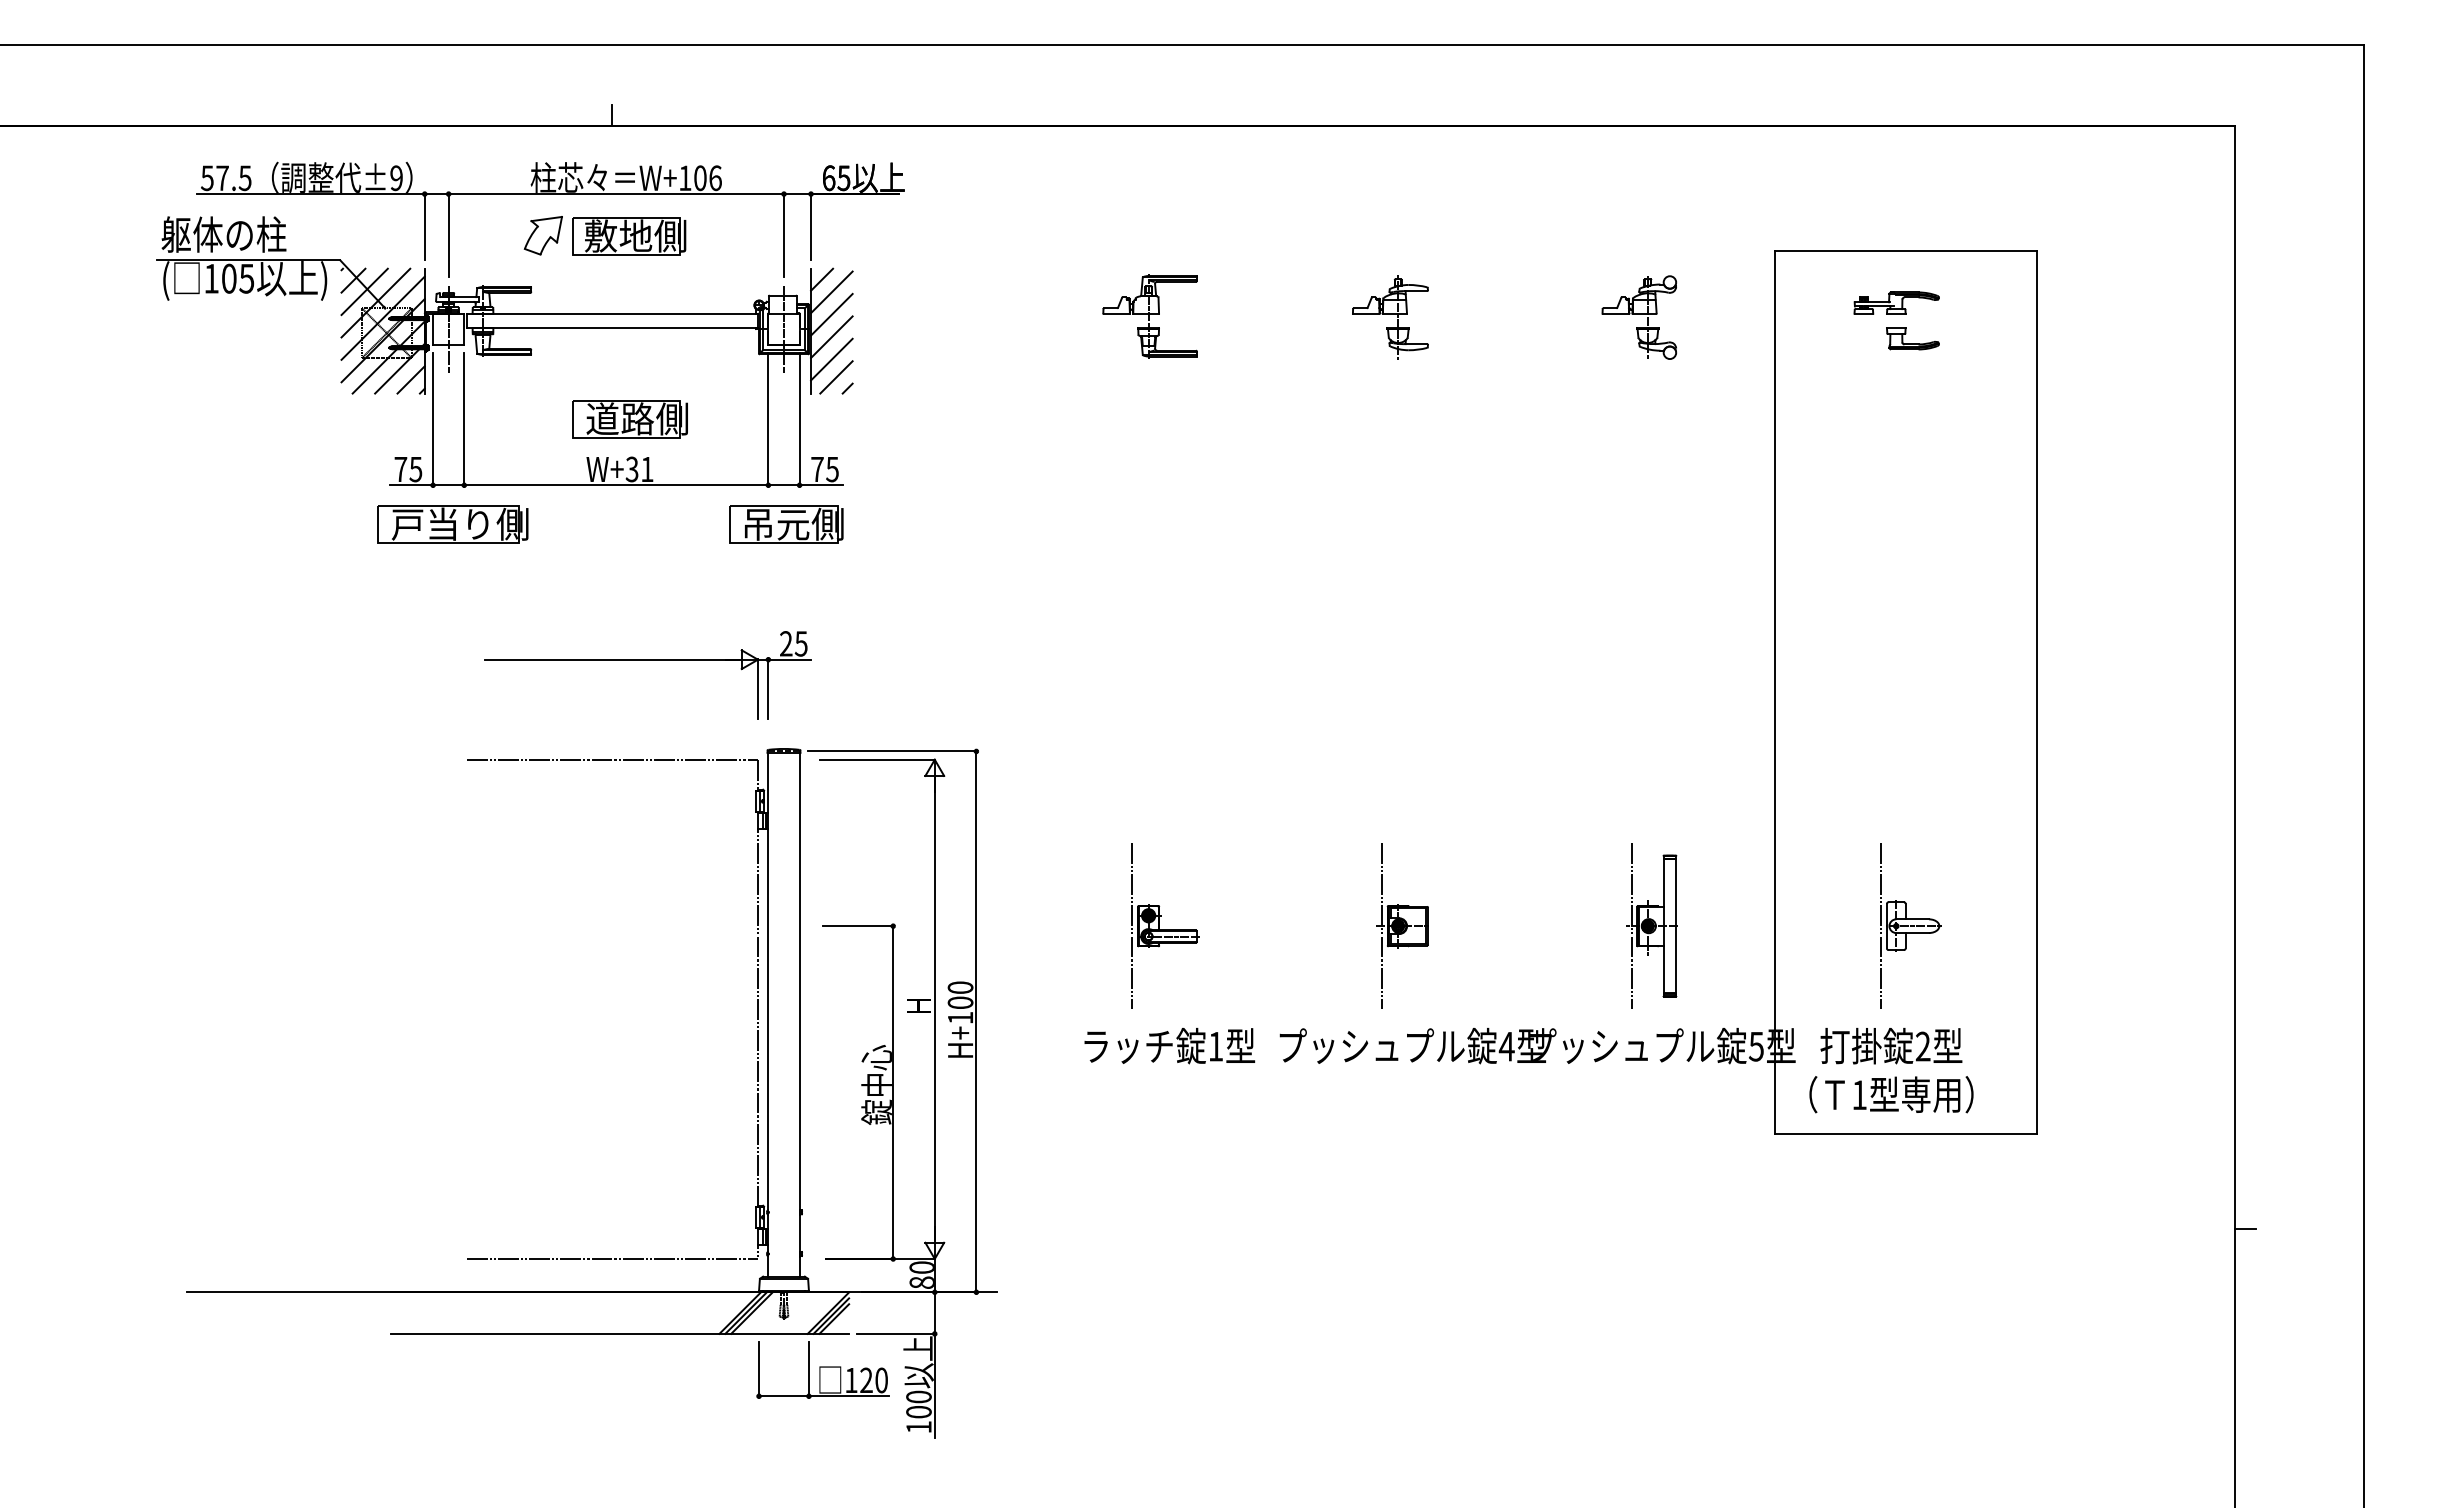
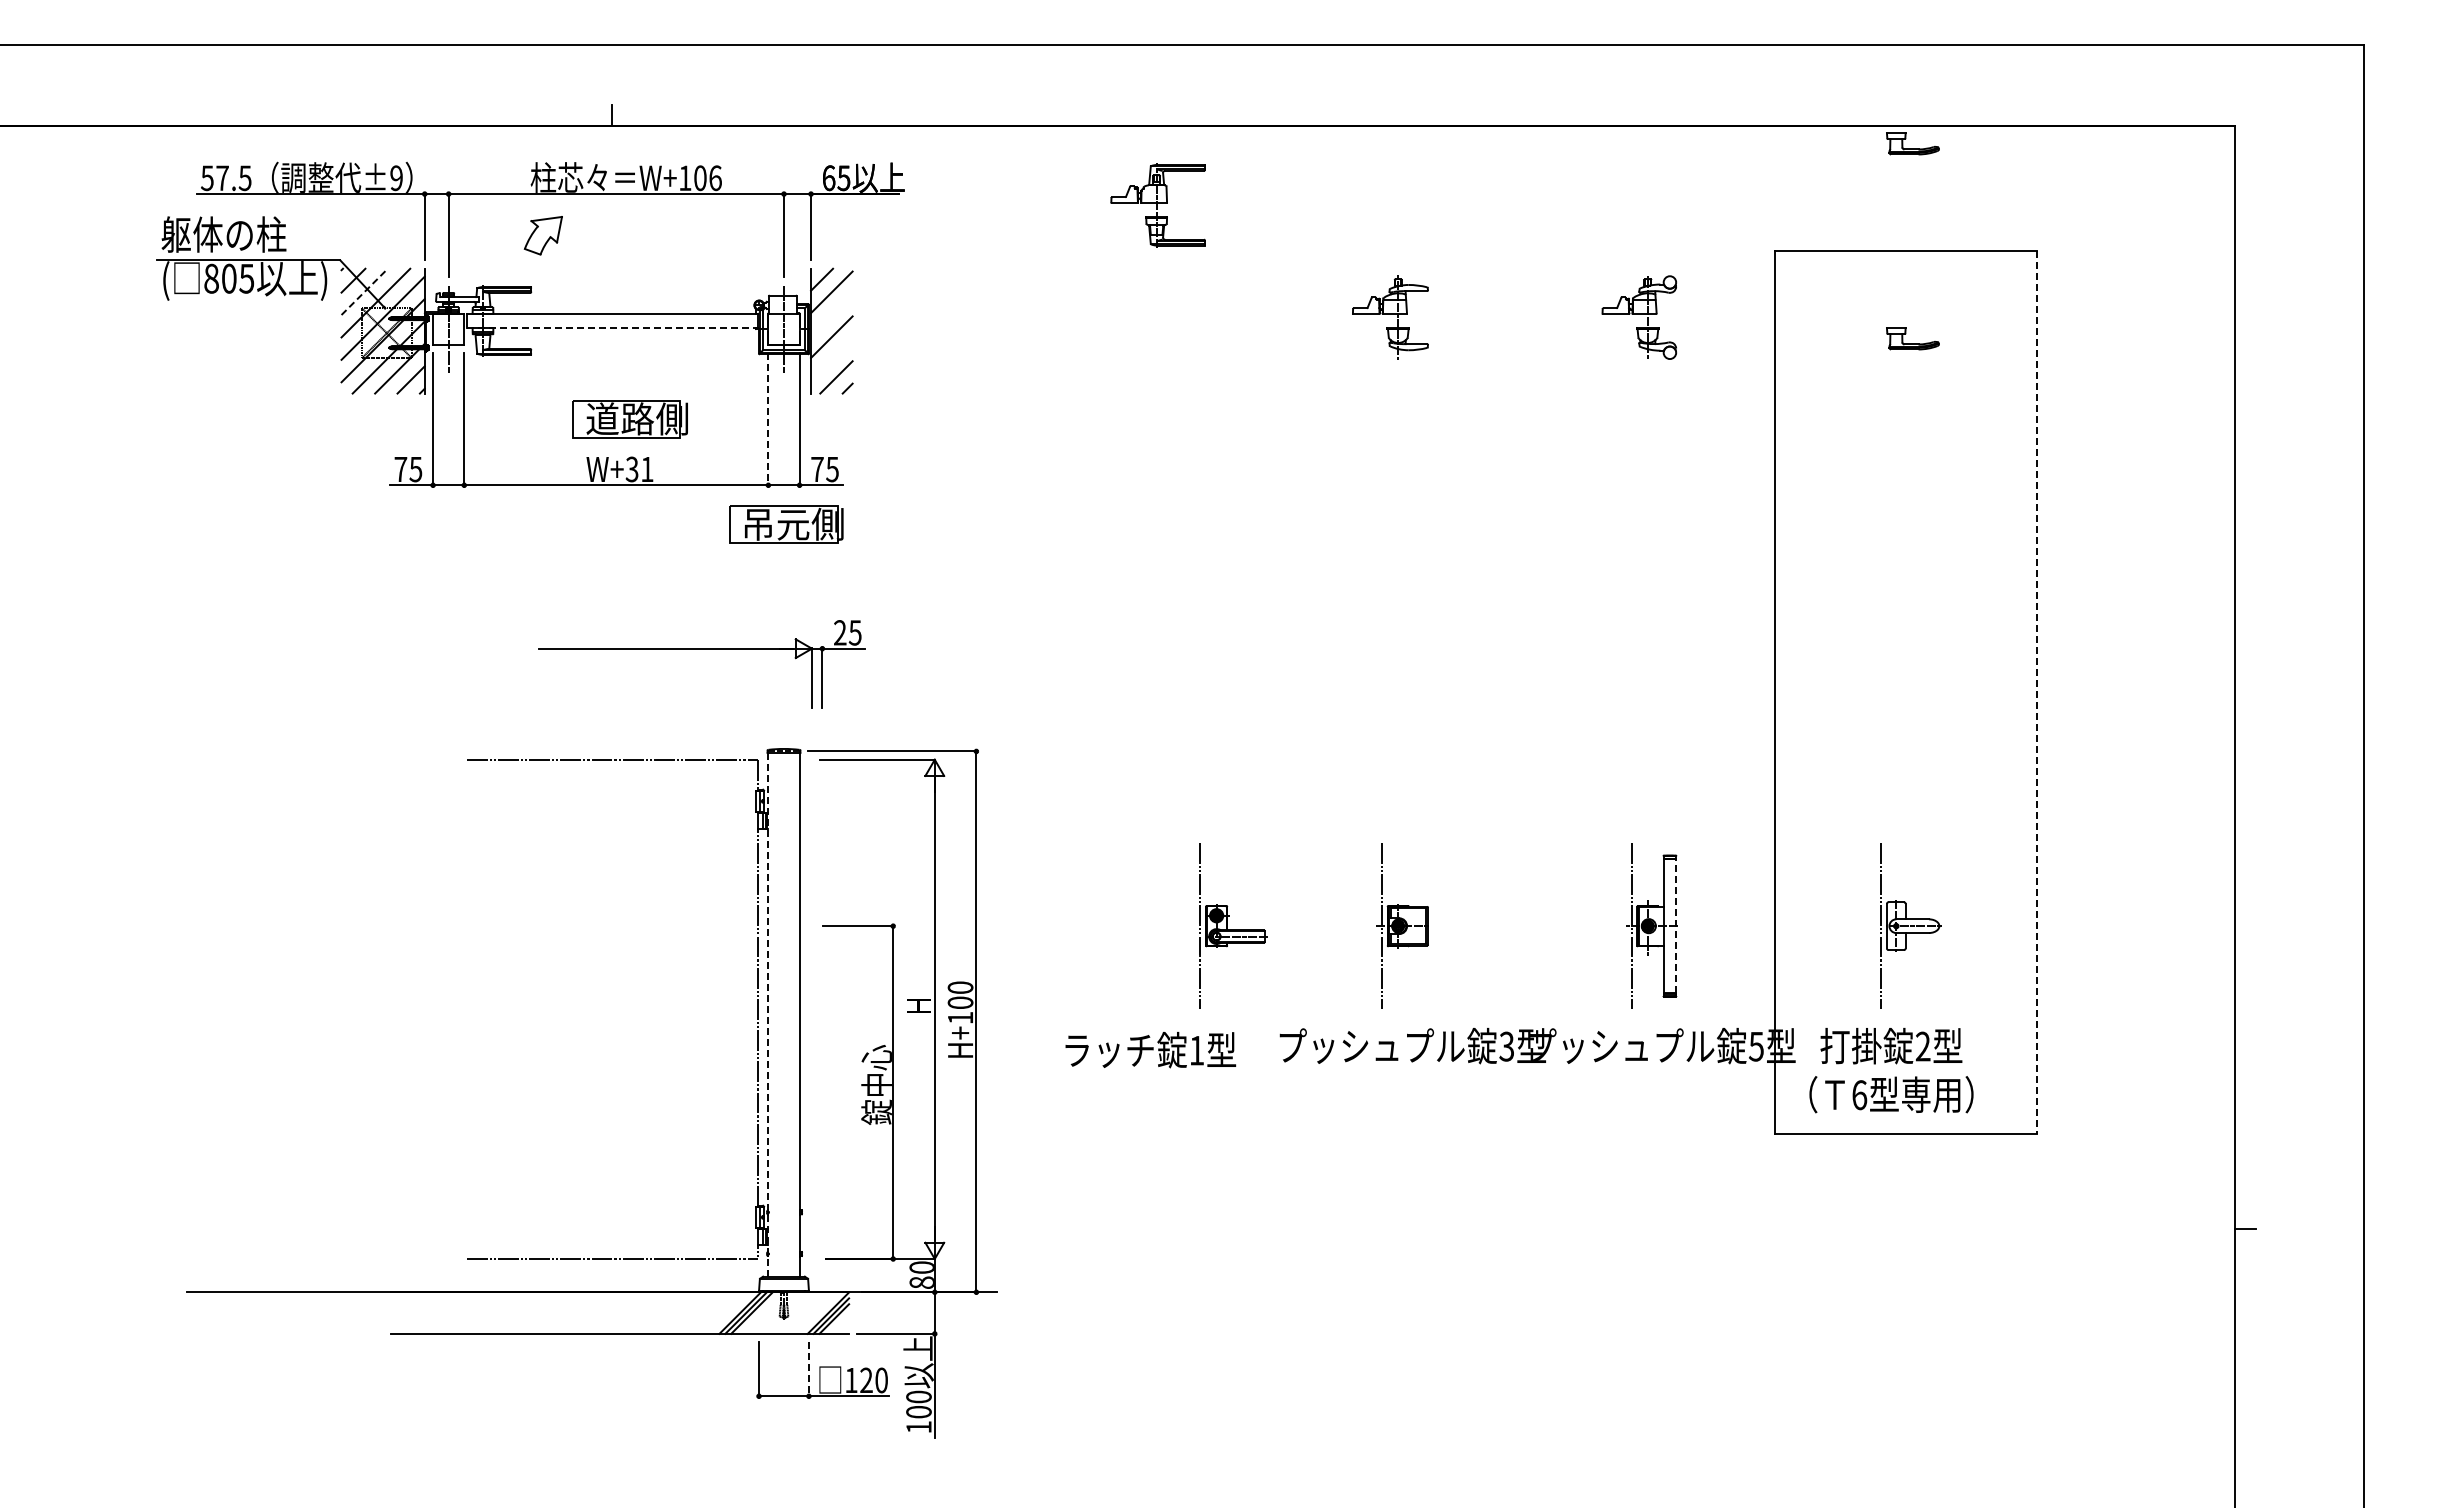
part at (1912, 143): none -> present
part at (629, 236): present -> none
text at (211, 278): 105 -> 805
line at (364, 291): solid -> dashed
part at (1896, 302): present -> none
line at (831, 314): present -> none
part at (1149, 316) position: (1149, 316) -> (1157, 205)
line at (612, 328): solid -> dashed
line at (831, 359): present -> none
line at (768, 419): solid -> dashed
part at (452, 524): present -> none
part at (647, 660) position: (647, 660) -> (701, 649)
line at (2036, 693): solid -> dashed
part at (1165, 925) position: (1165, 925) -> (1233, 925)
line at (1676, 925): solid -> dashed
line at (768, 1014): solid -> dashed
text at (1169, 1046) position: (1169, 1046) -> (1150, 1050)
text at (1506, 1046): 4 -> 3
text at (1859, 1095): 1 -> 6
line at (808, 1369): solid -> dashed
